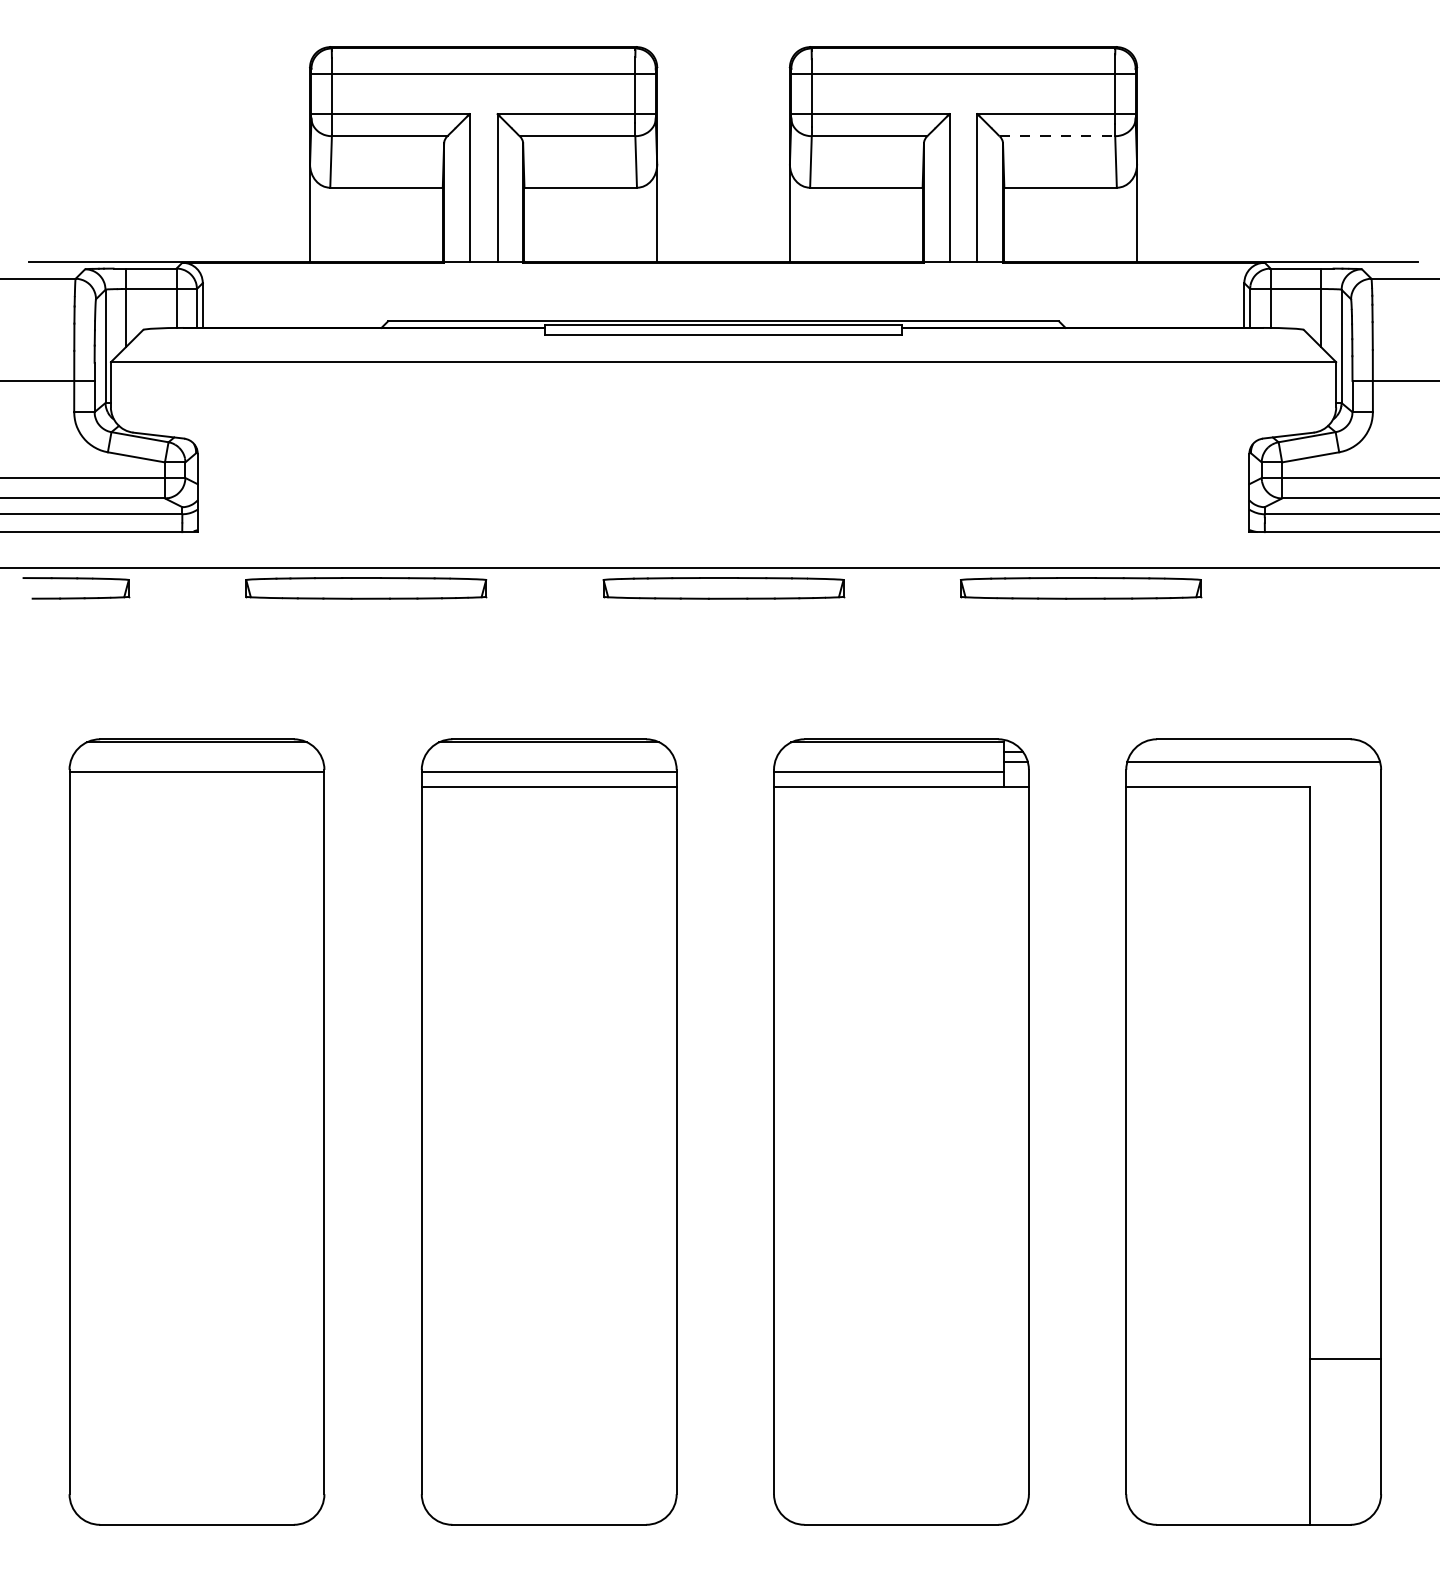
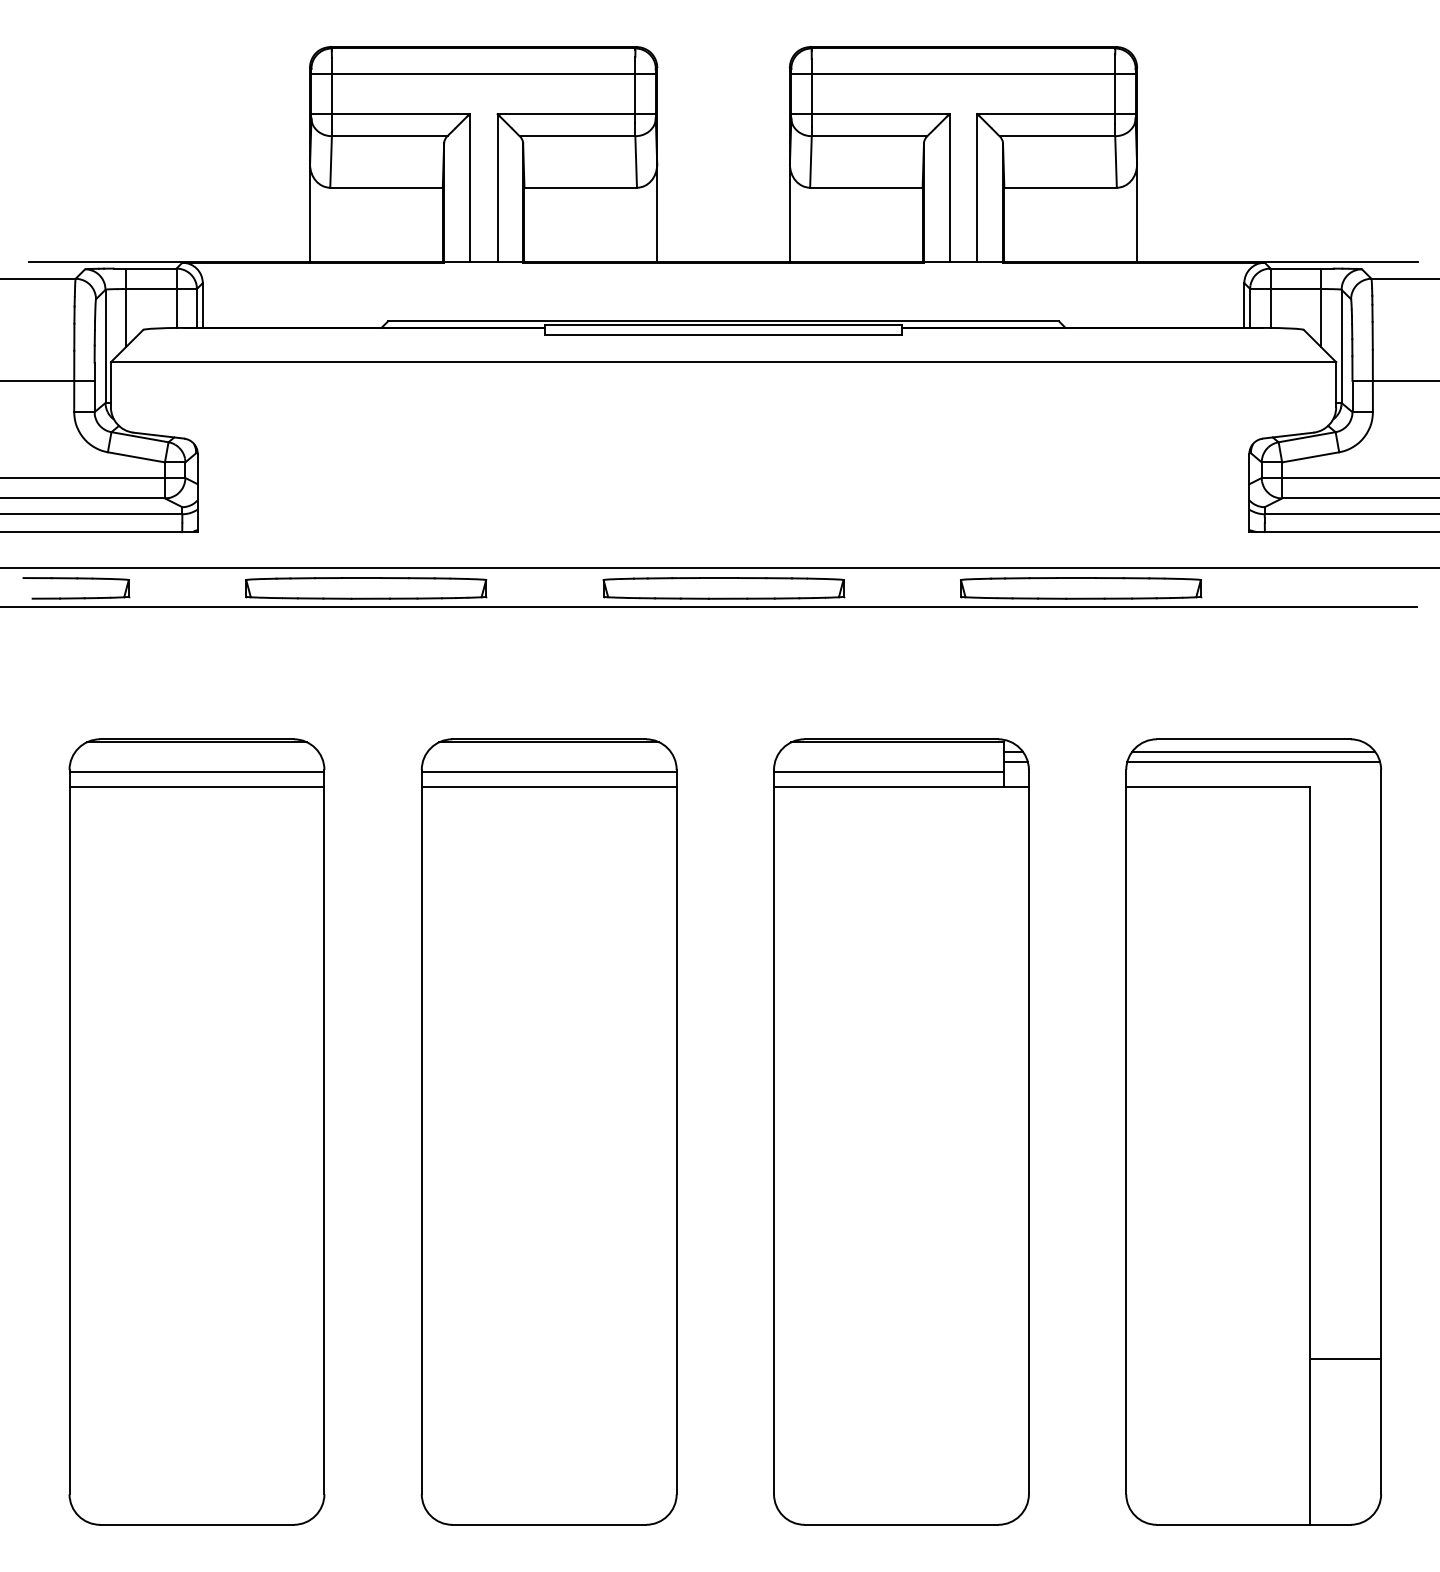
line at (1057, 136): dashed -> solid
line at (709, 607): none -> present
line at (1253, 752): none -> present
line at (196, 786): none -> present
